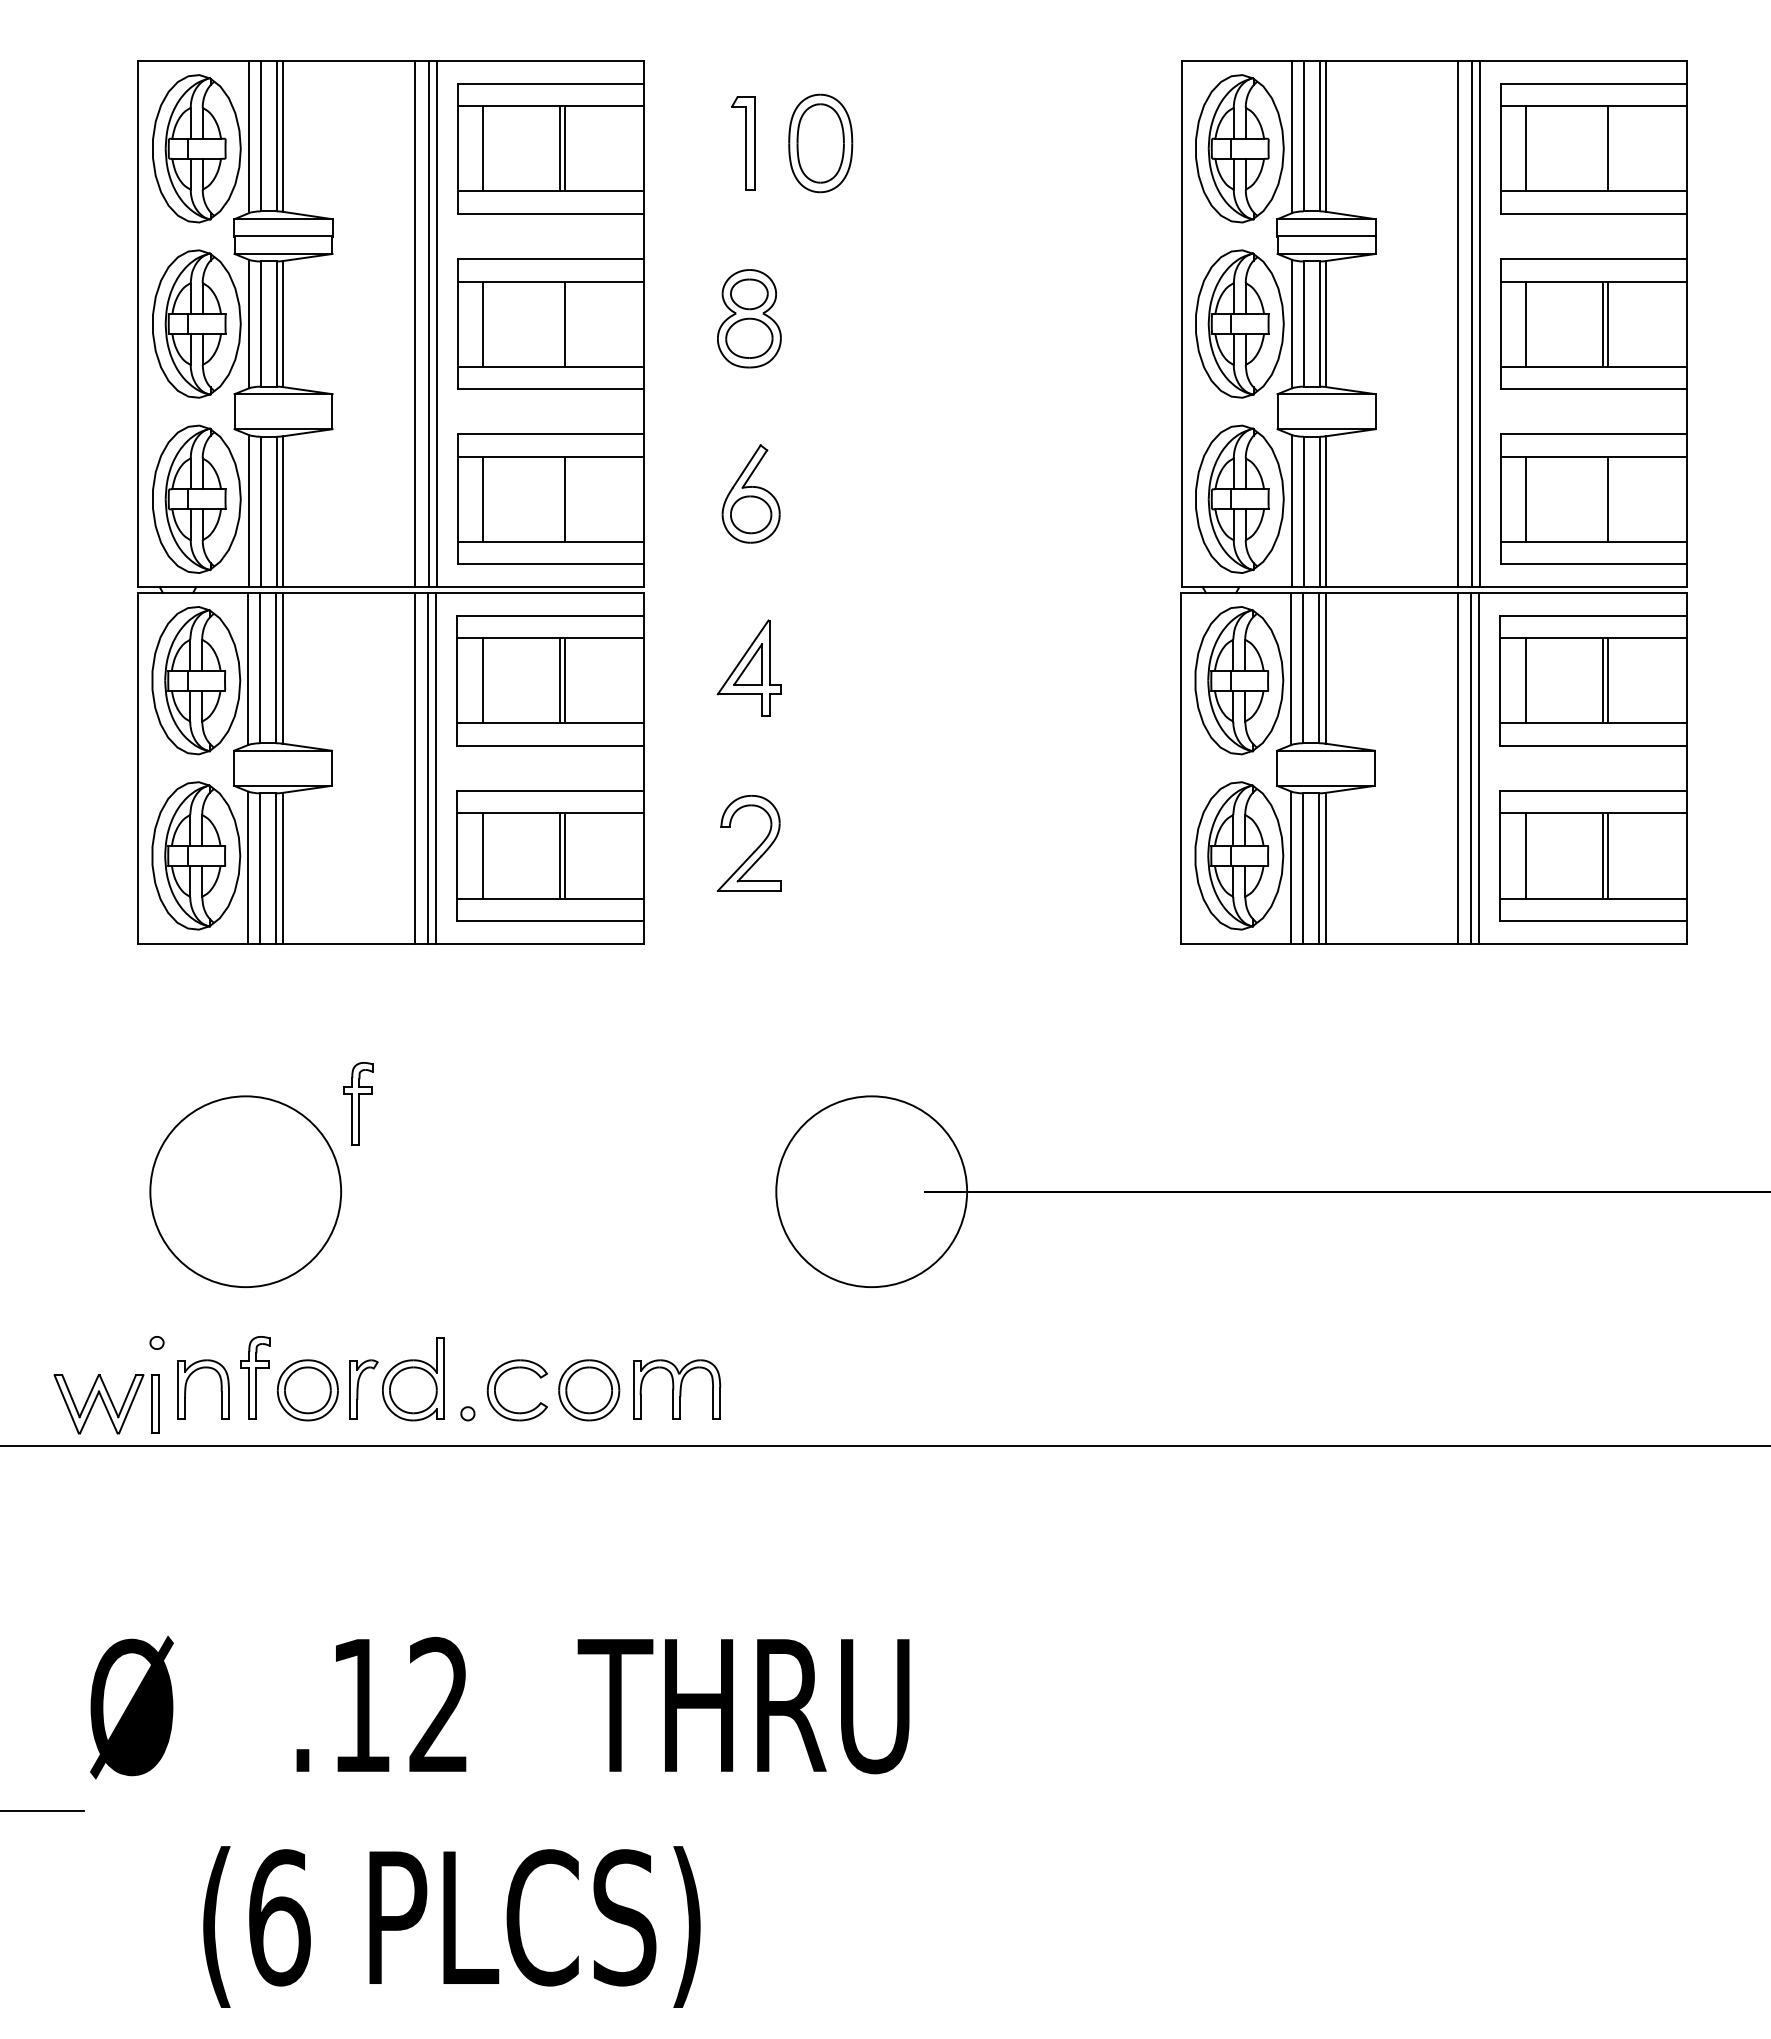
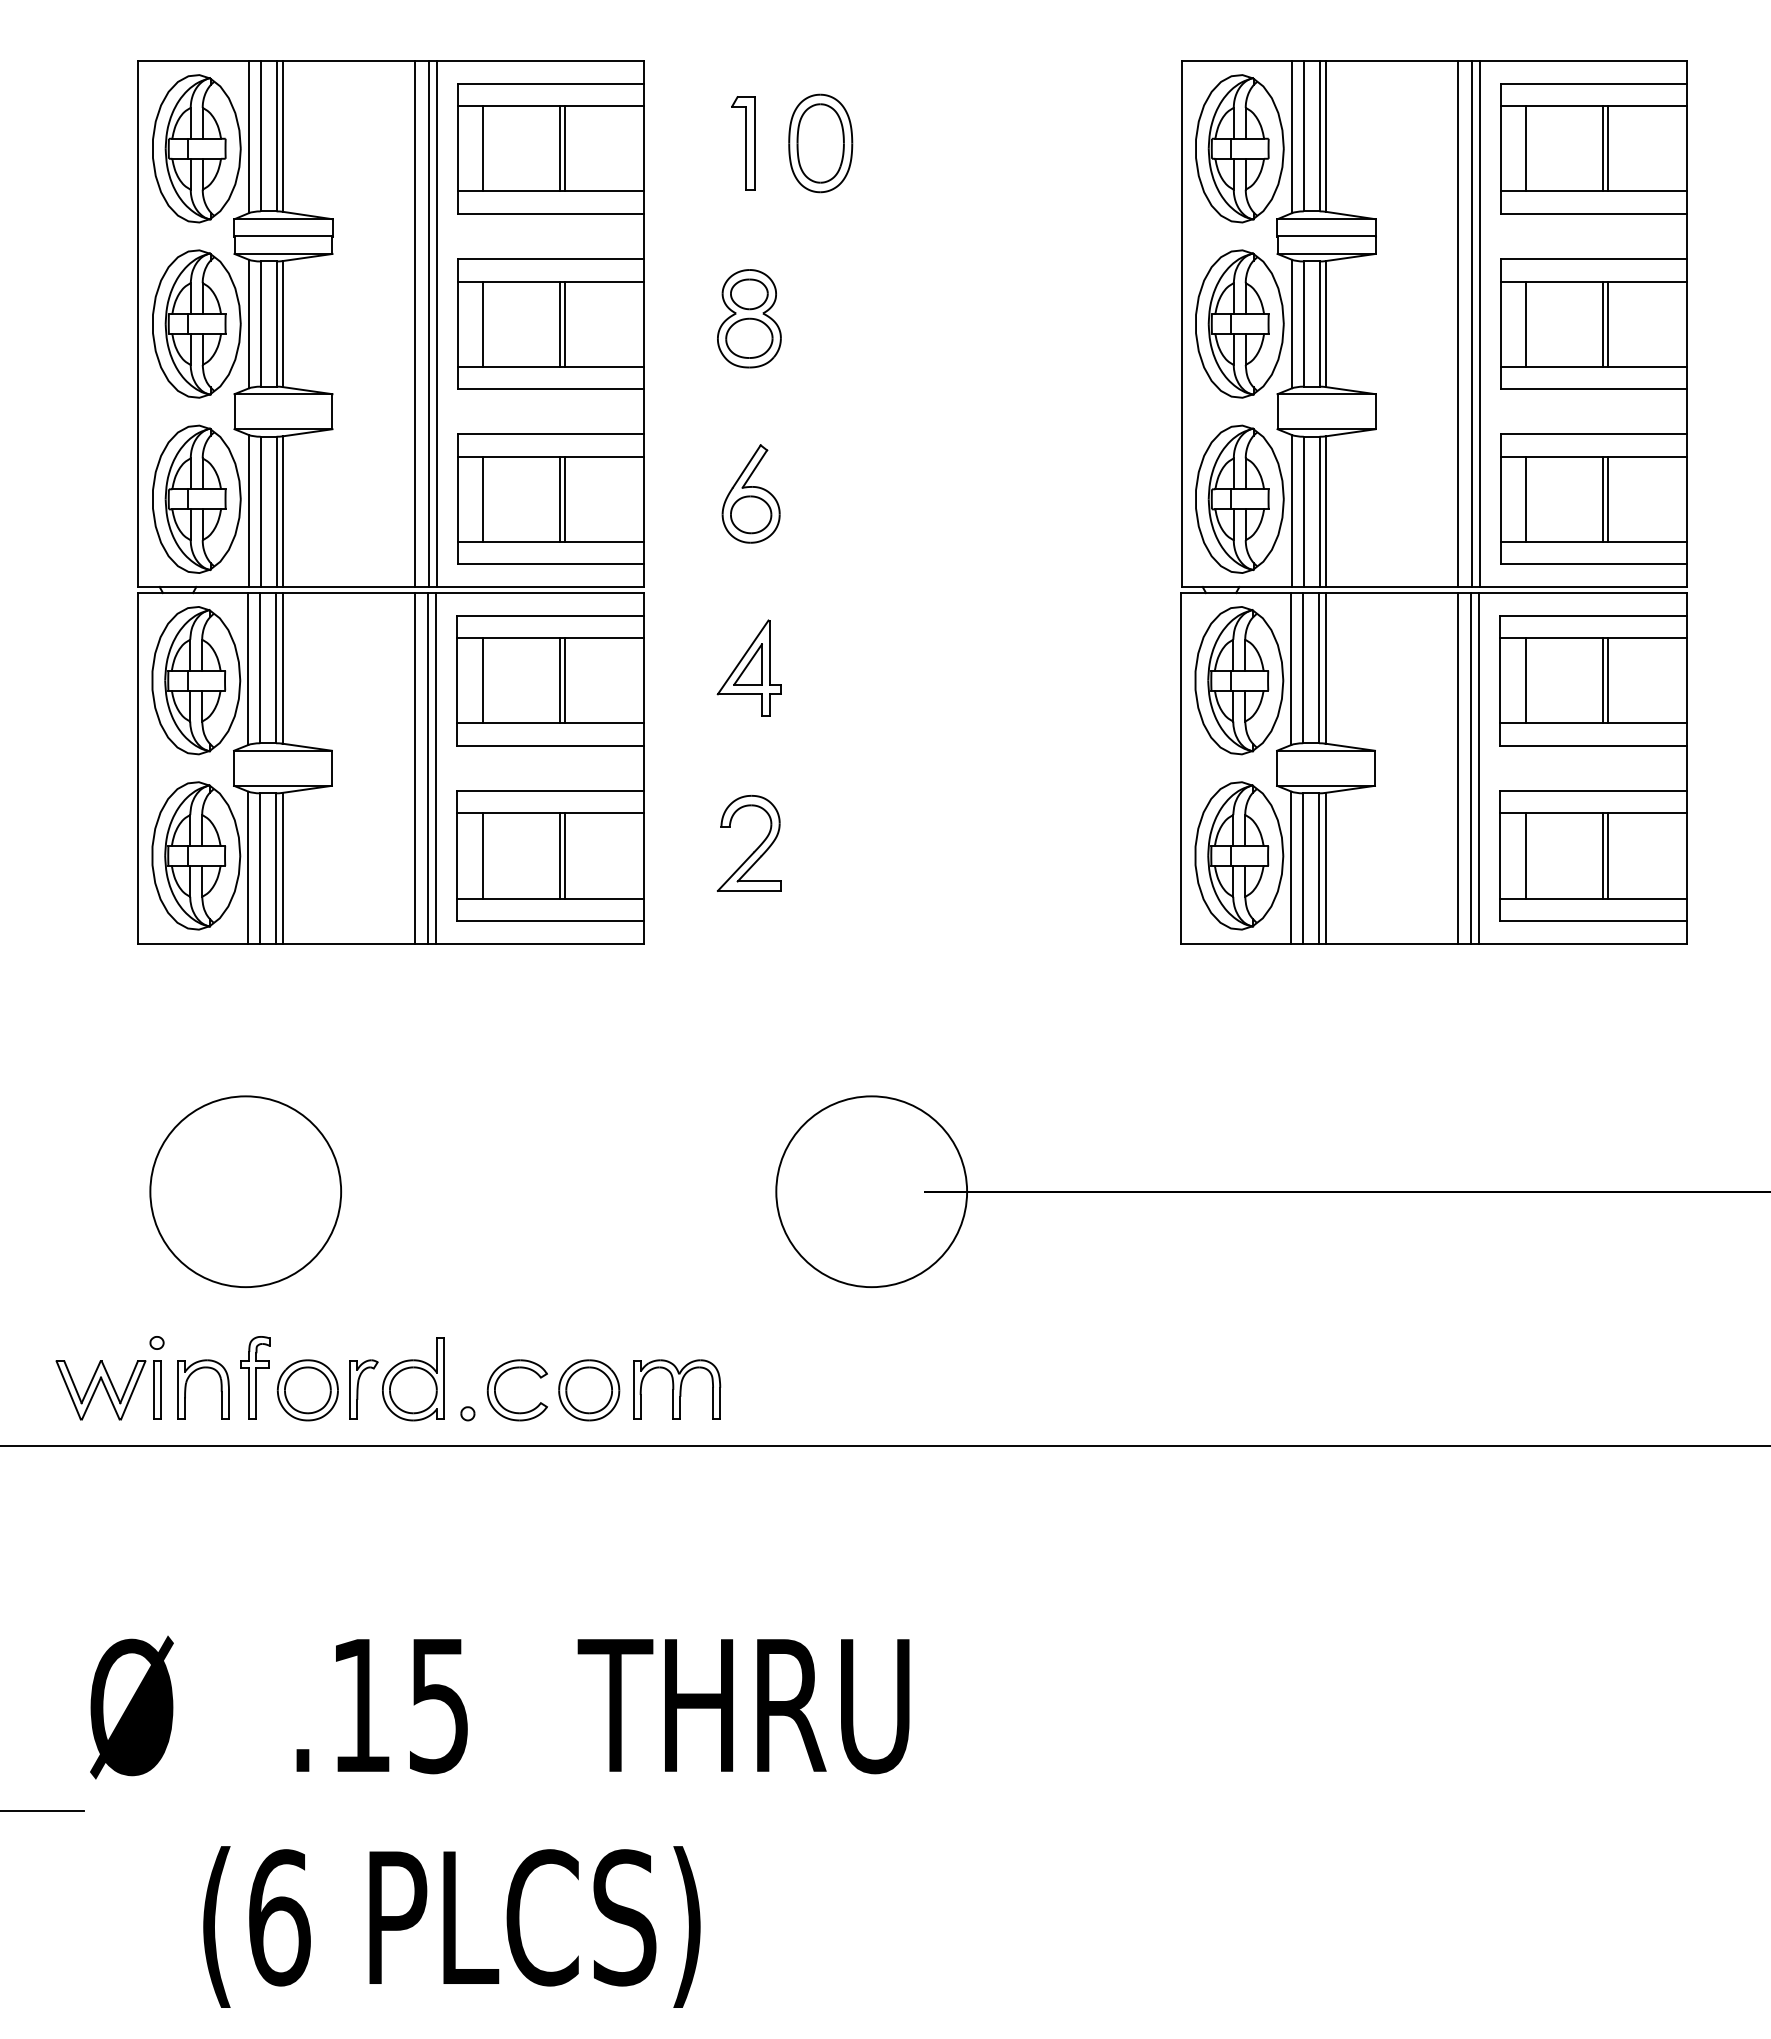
line at (1603, 148): none -> present
line at (560, 323): none -> present
line at (560, 498): none -> present
line at (1603, 498): none -> present
part at (358, 1103): present -> none
part at (106, 1404) position: (106, 1404) -> (108, 1390)
text at (438, 1705): .12 -> .15
